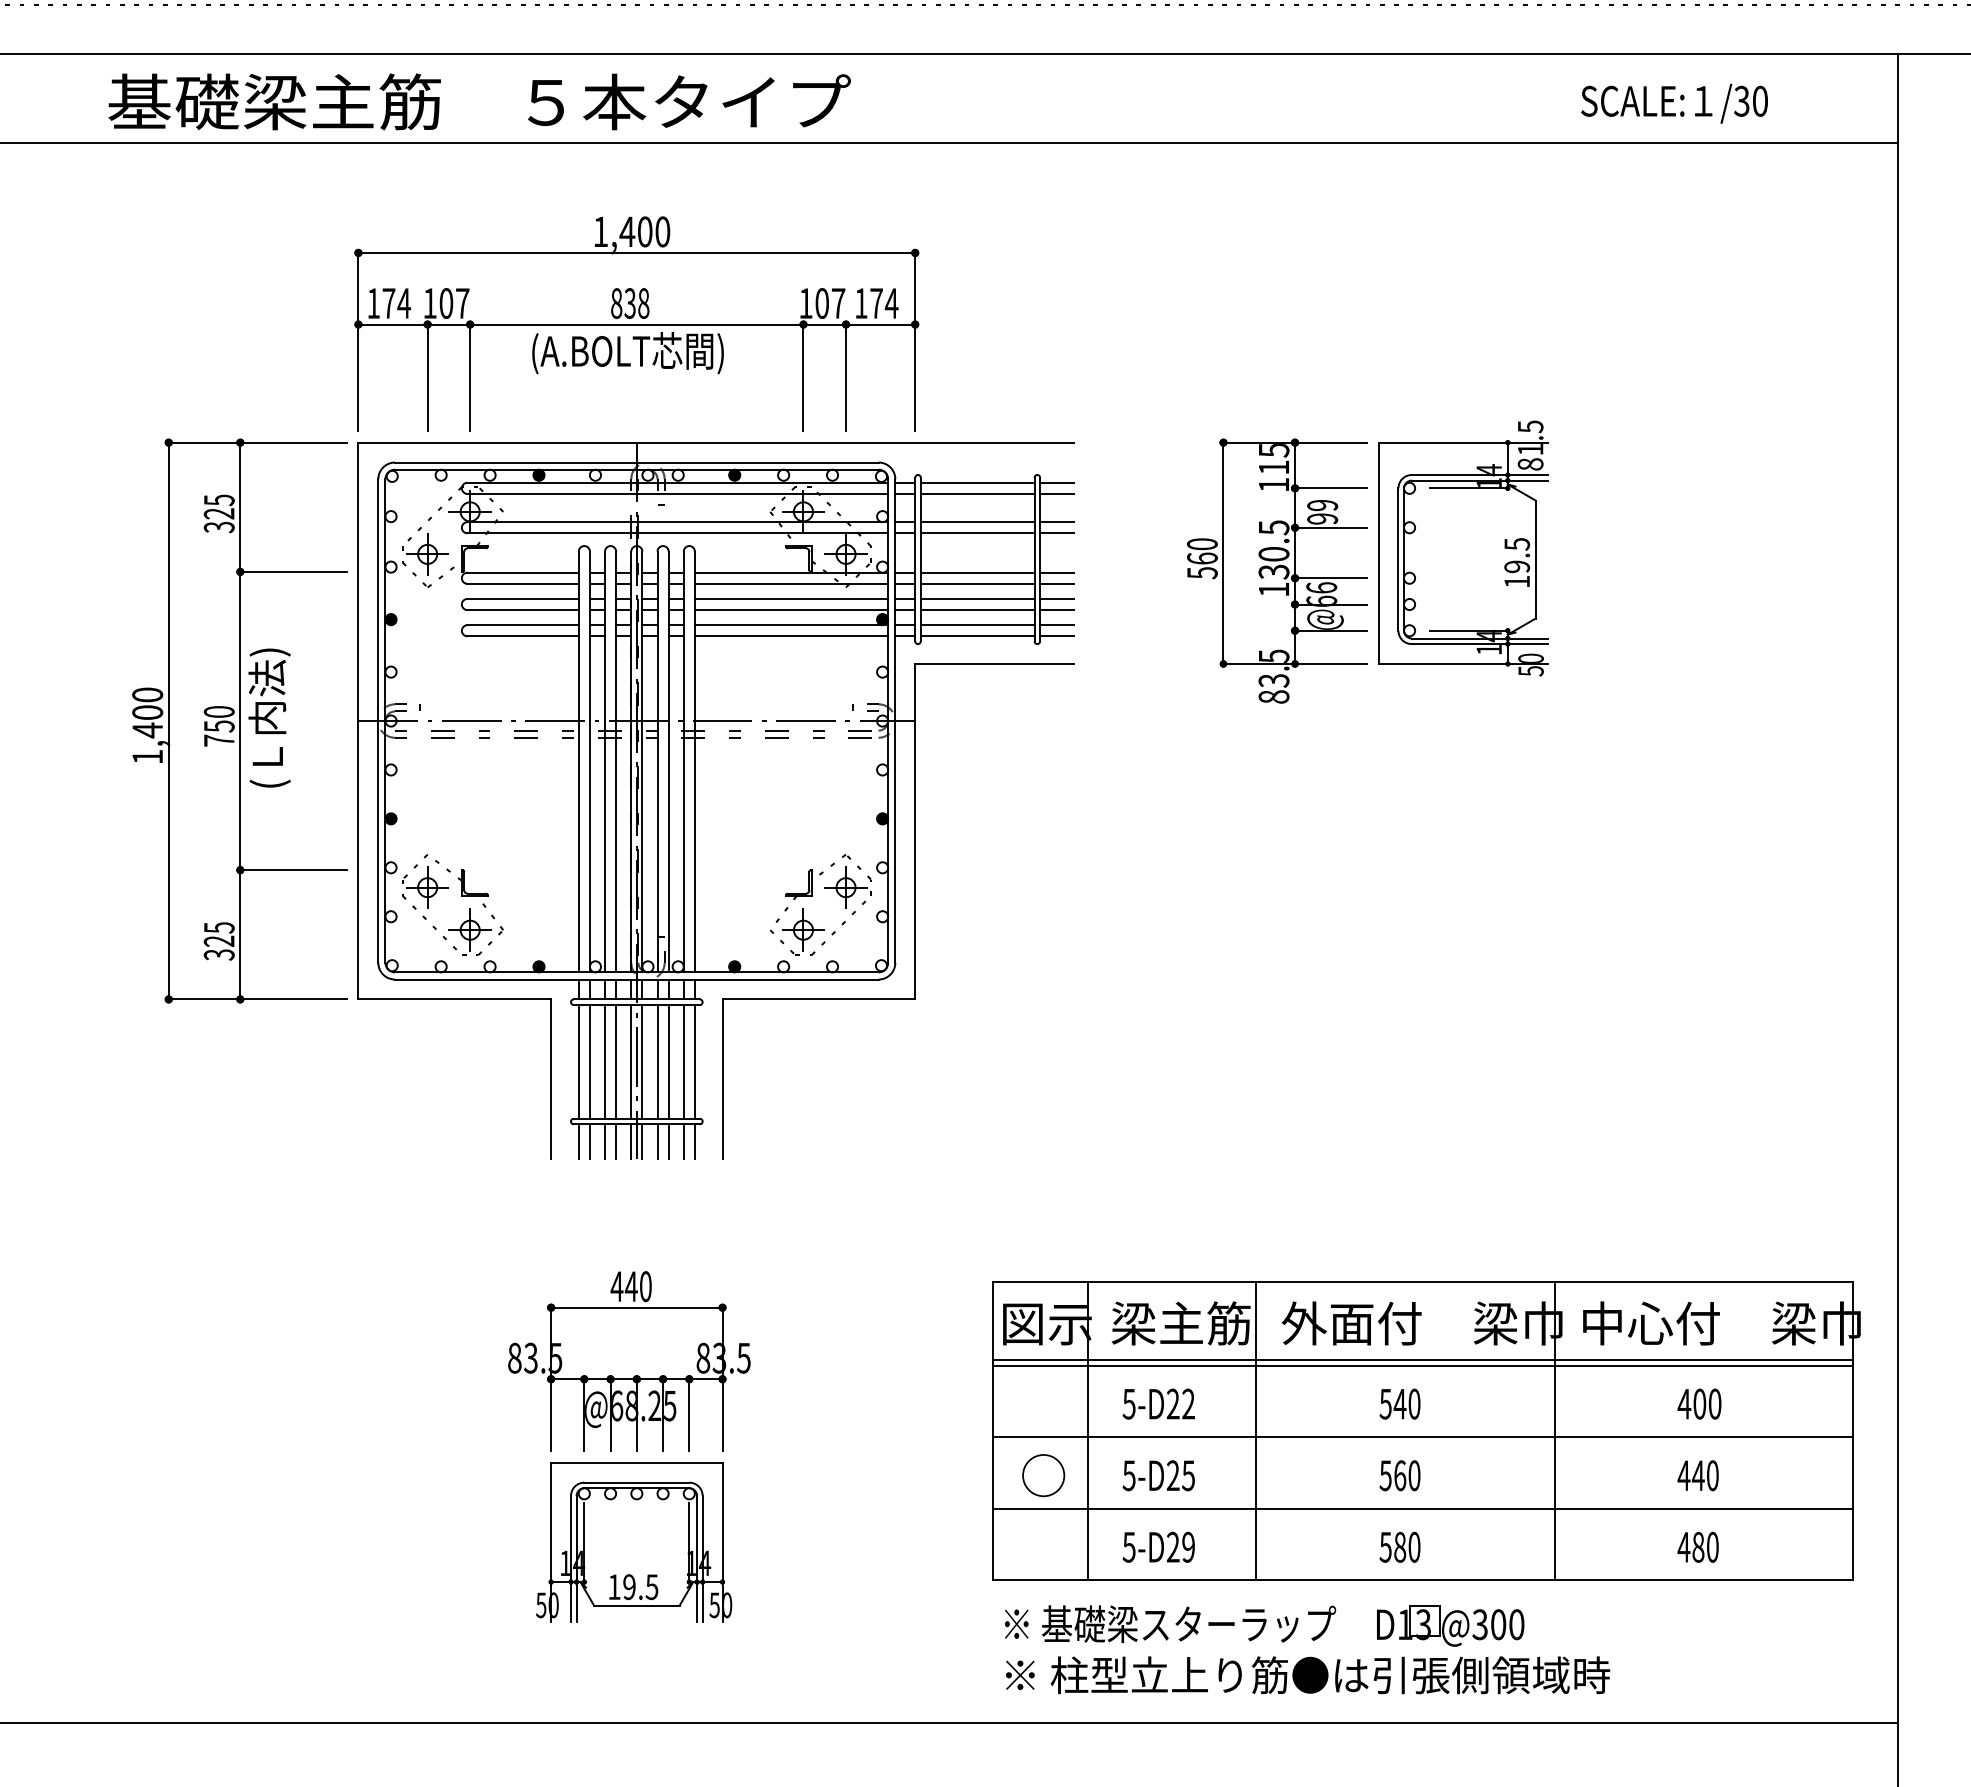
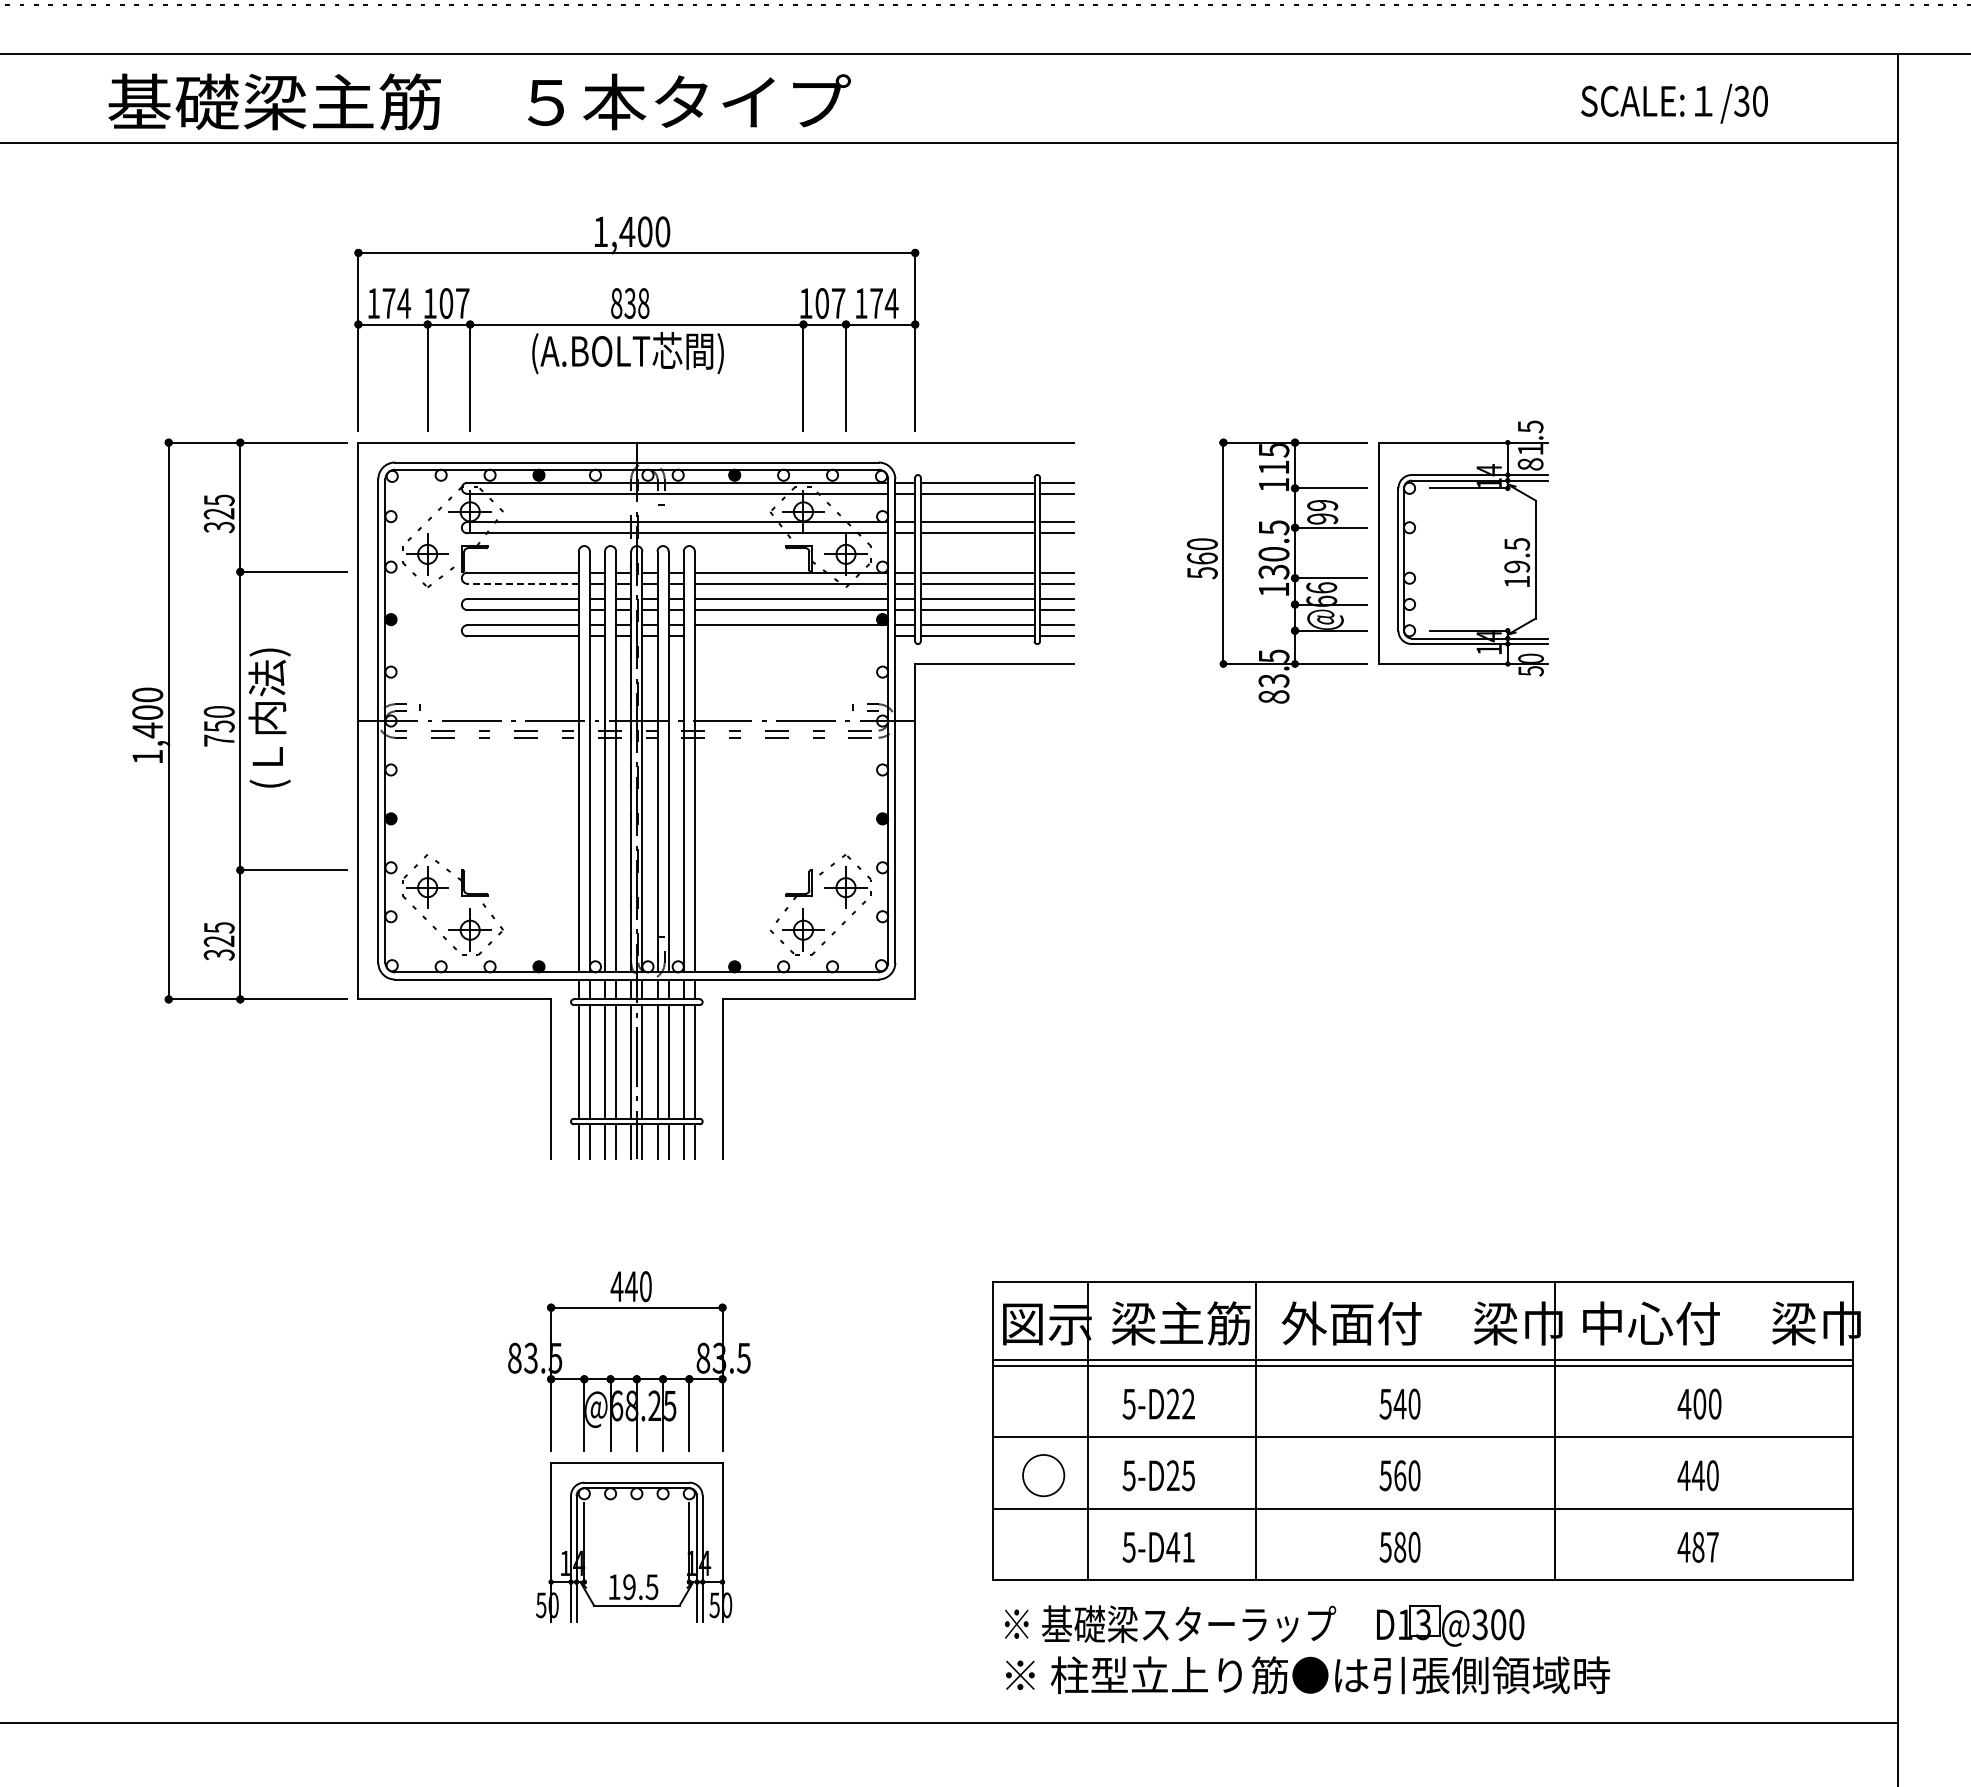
line at (523, 583): solid -> dashed
line at (791, 636): present -> none
text at (1180, 1546): 5-D29 -> 5-D41
text at (1712, 1546): 480 -> 487
